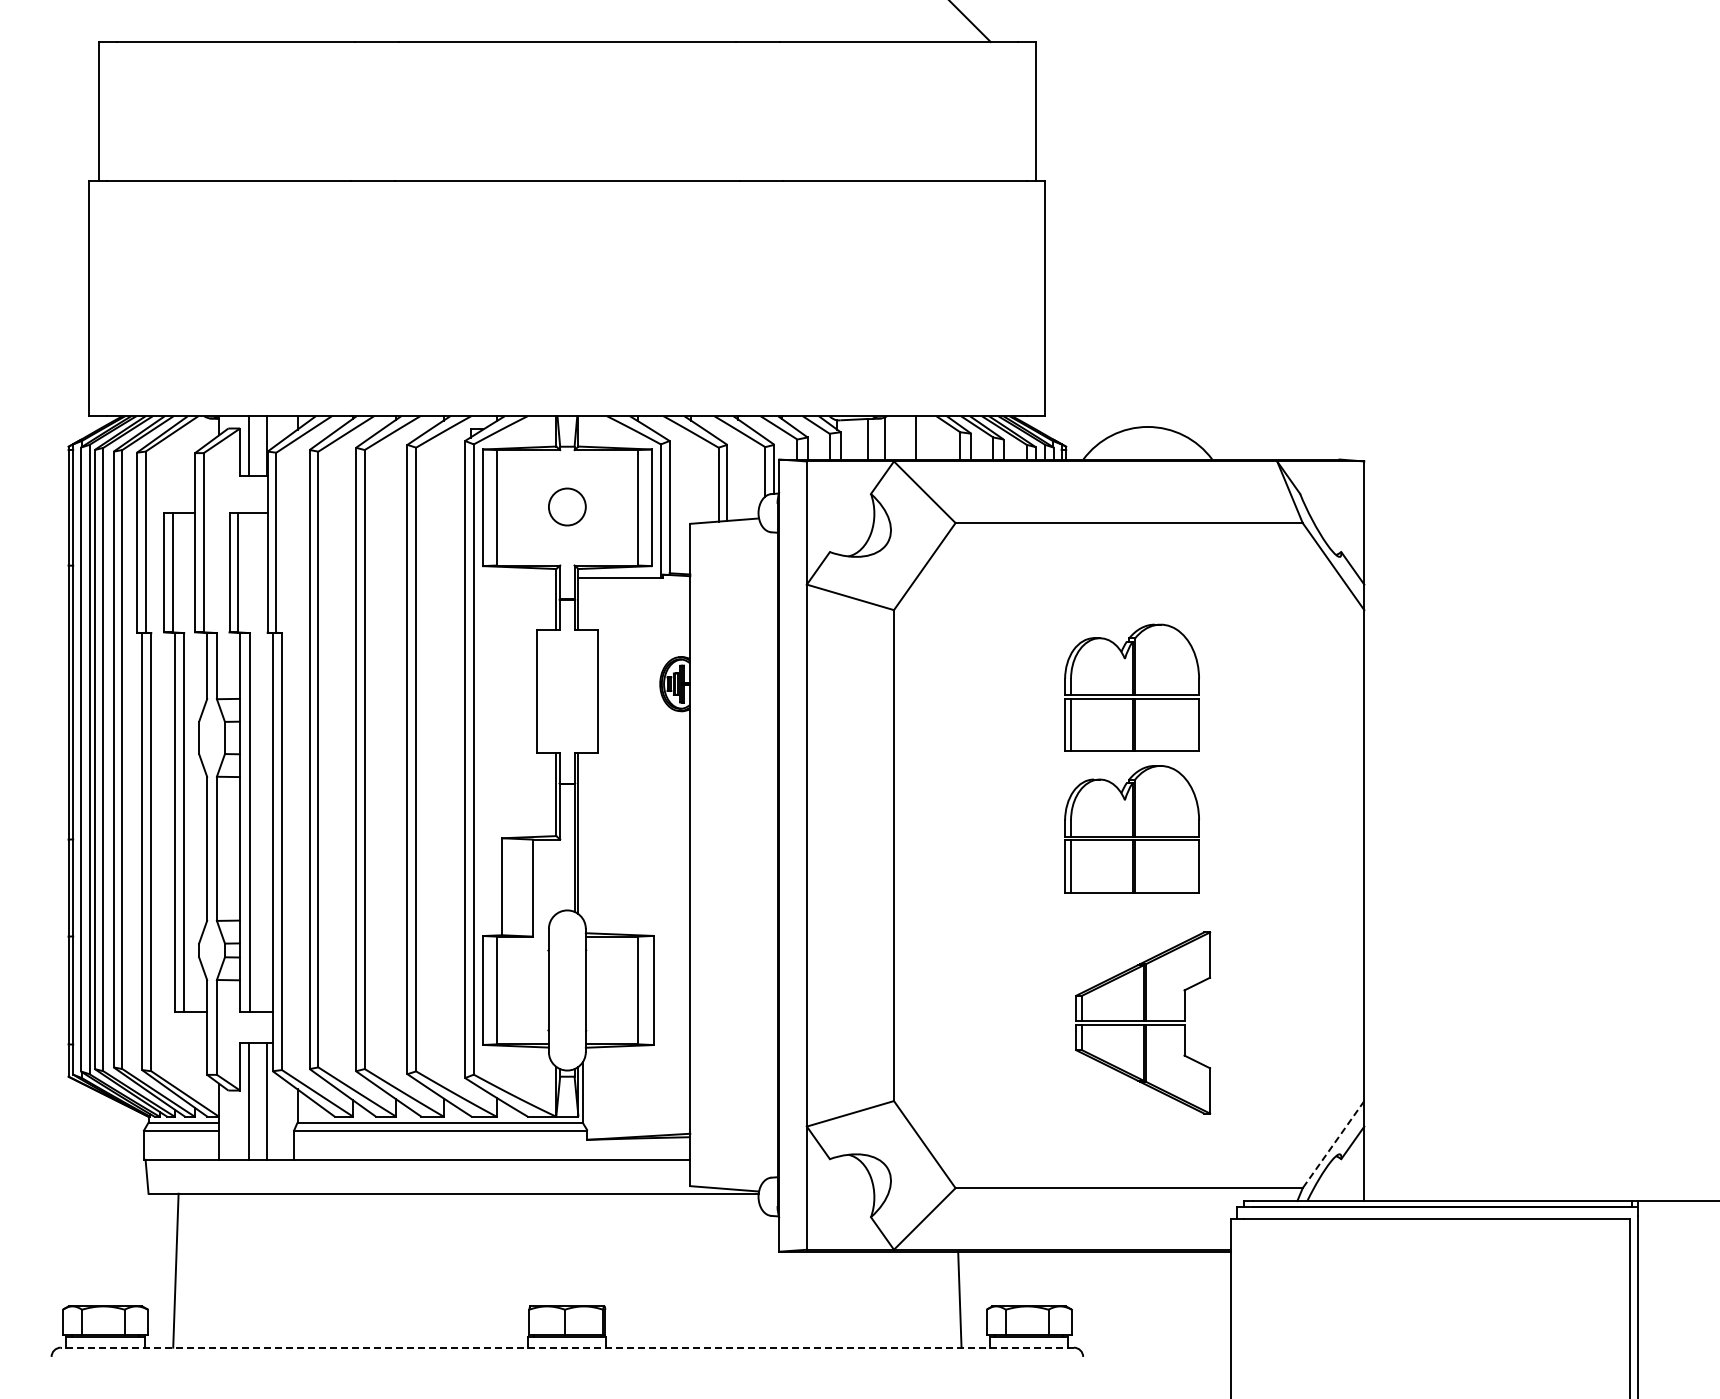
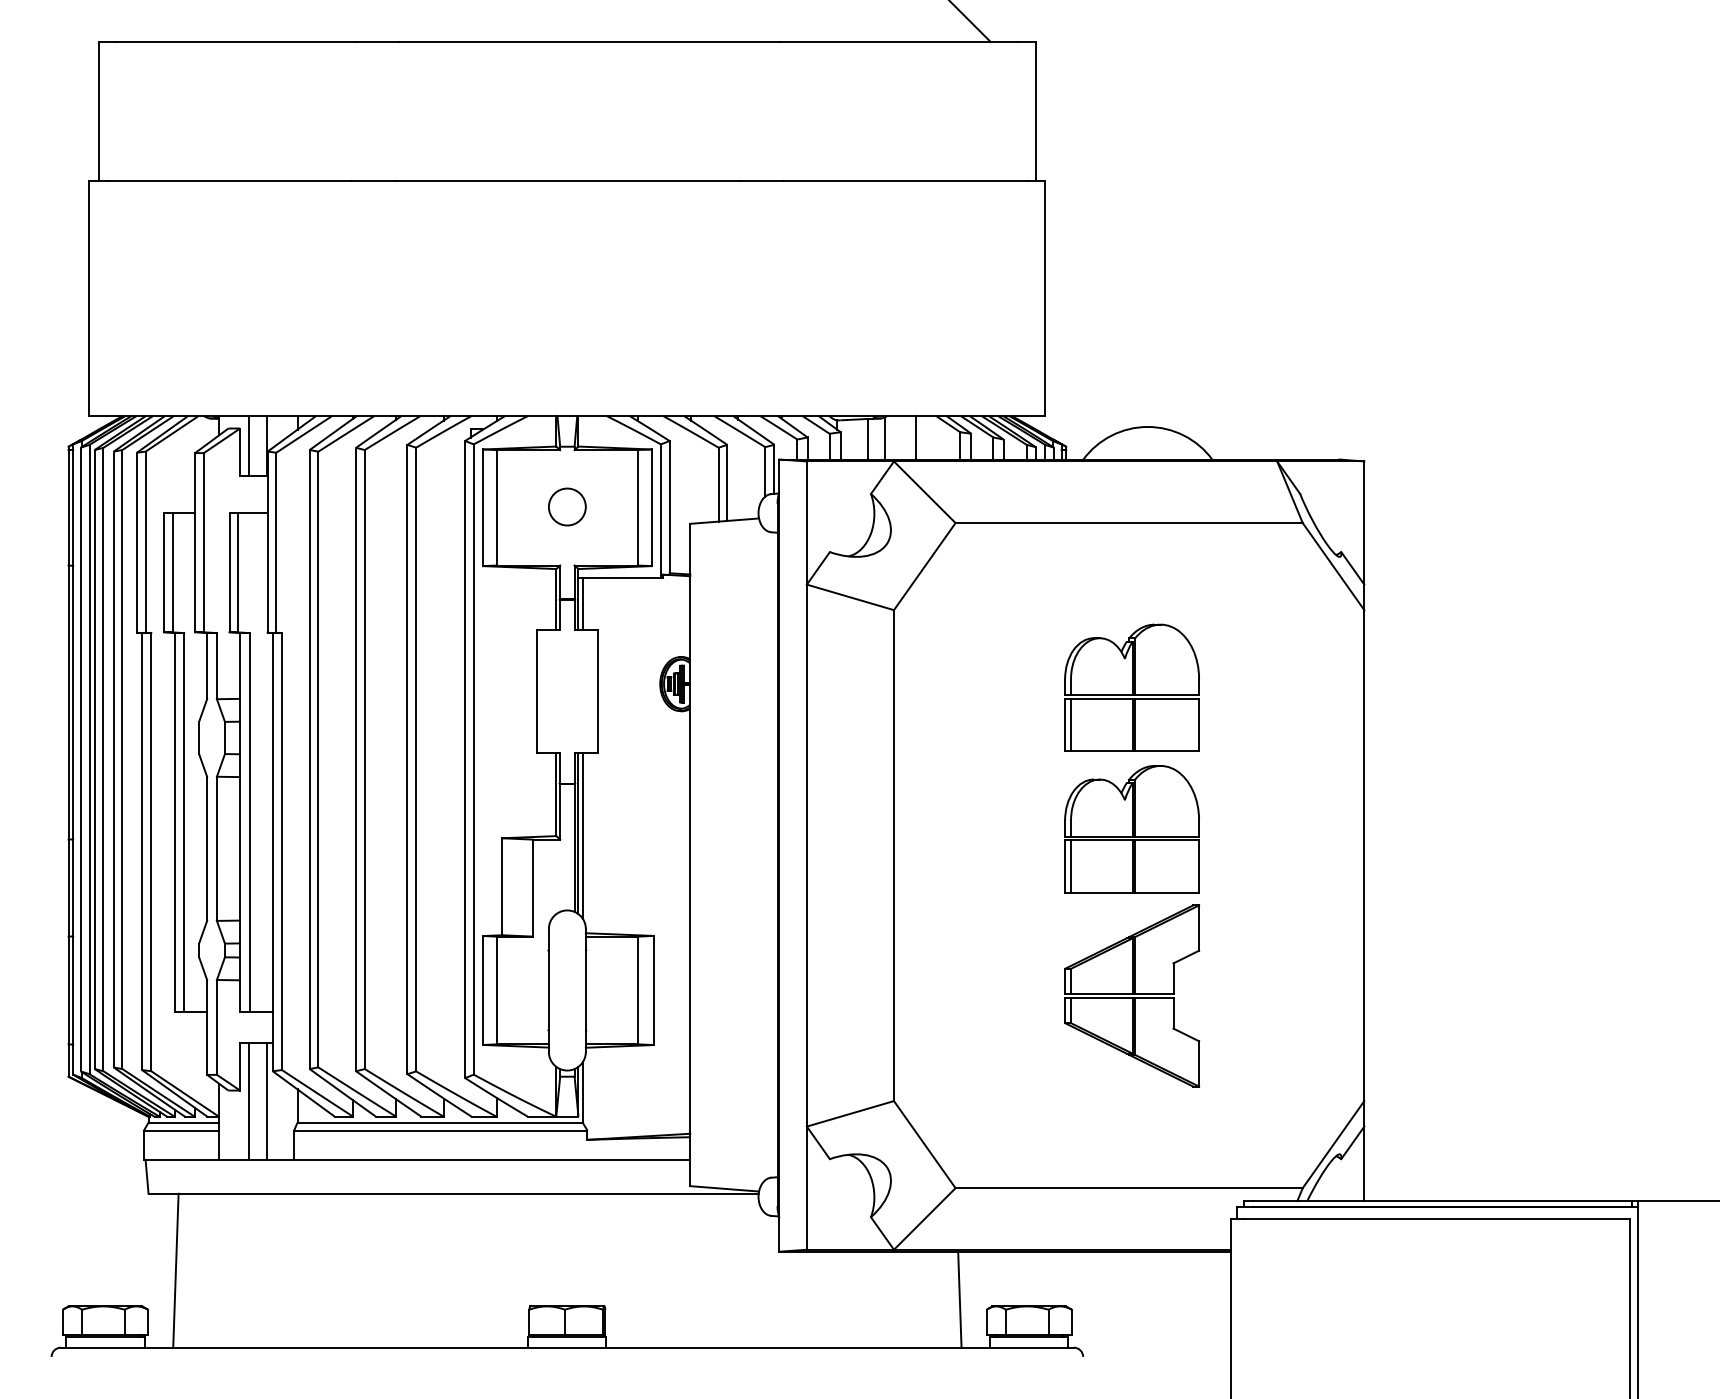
line at (582, 603): none -> present
line at (582, 835): none -> present
part at (1143, 1022) position: (1143, 1022) -> (1132, 995)
line at (1333, 1145): dashed -> solid
line at (567, 1347): dashed -> solid
